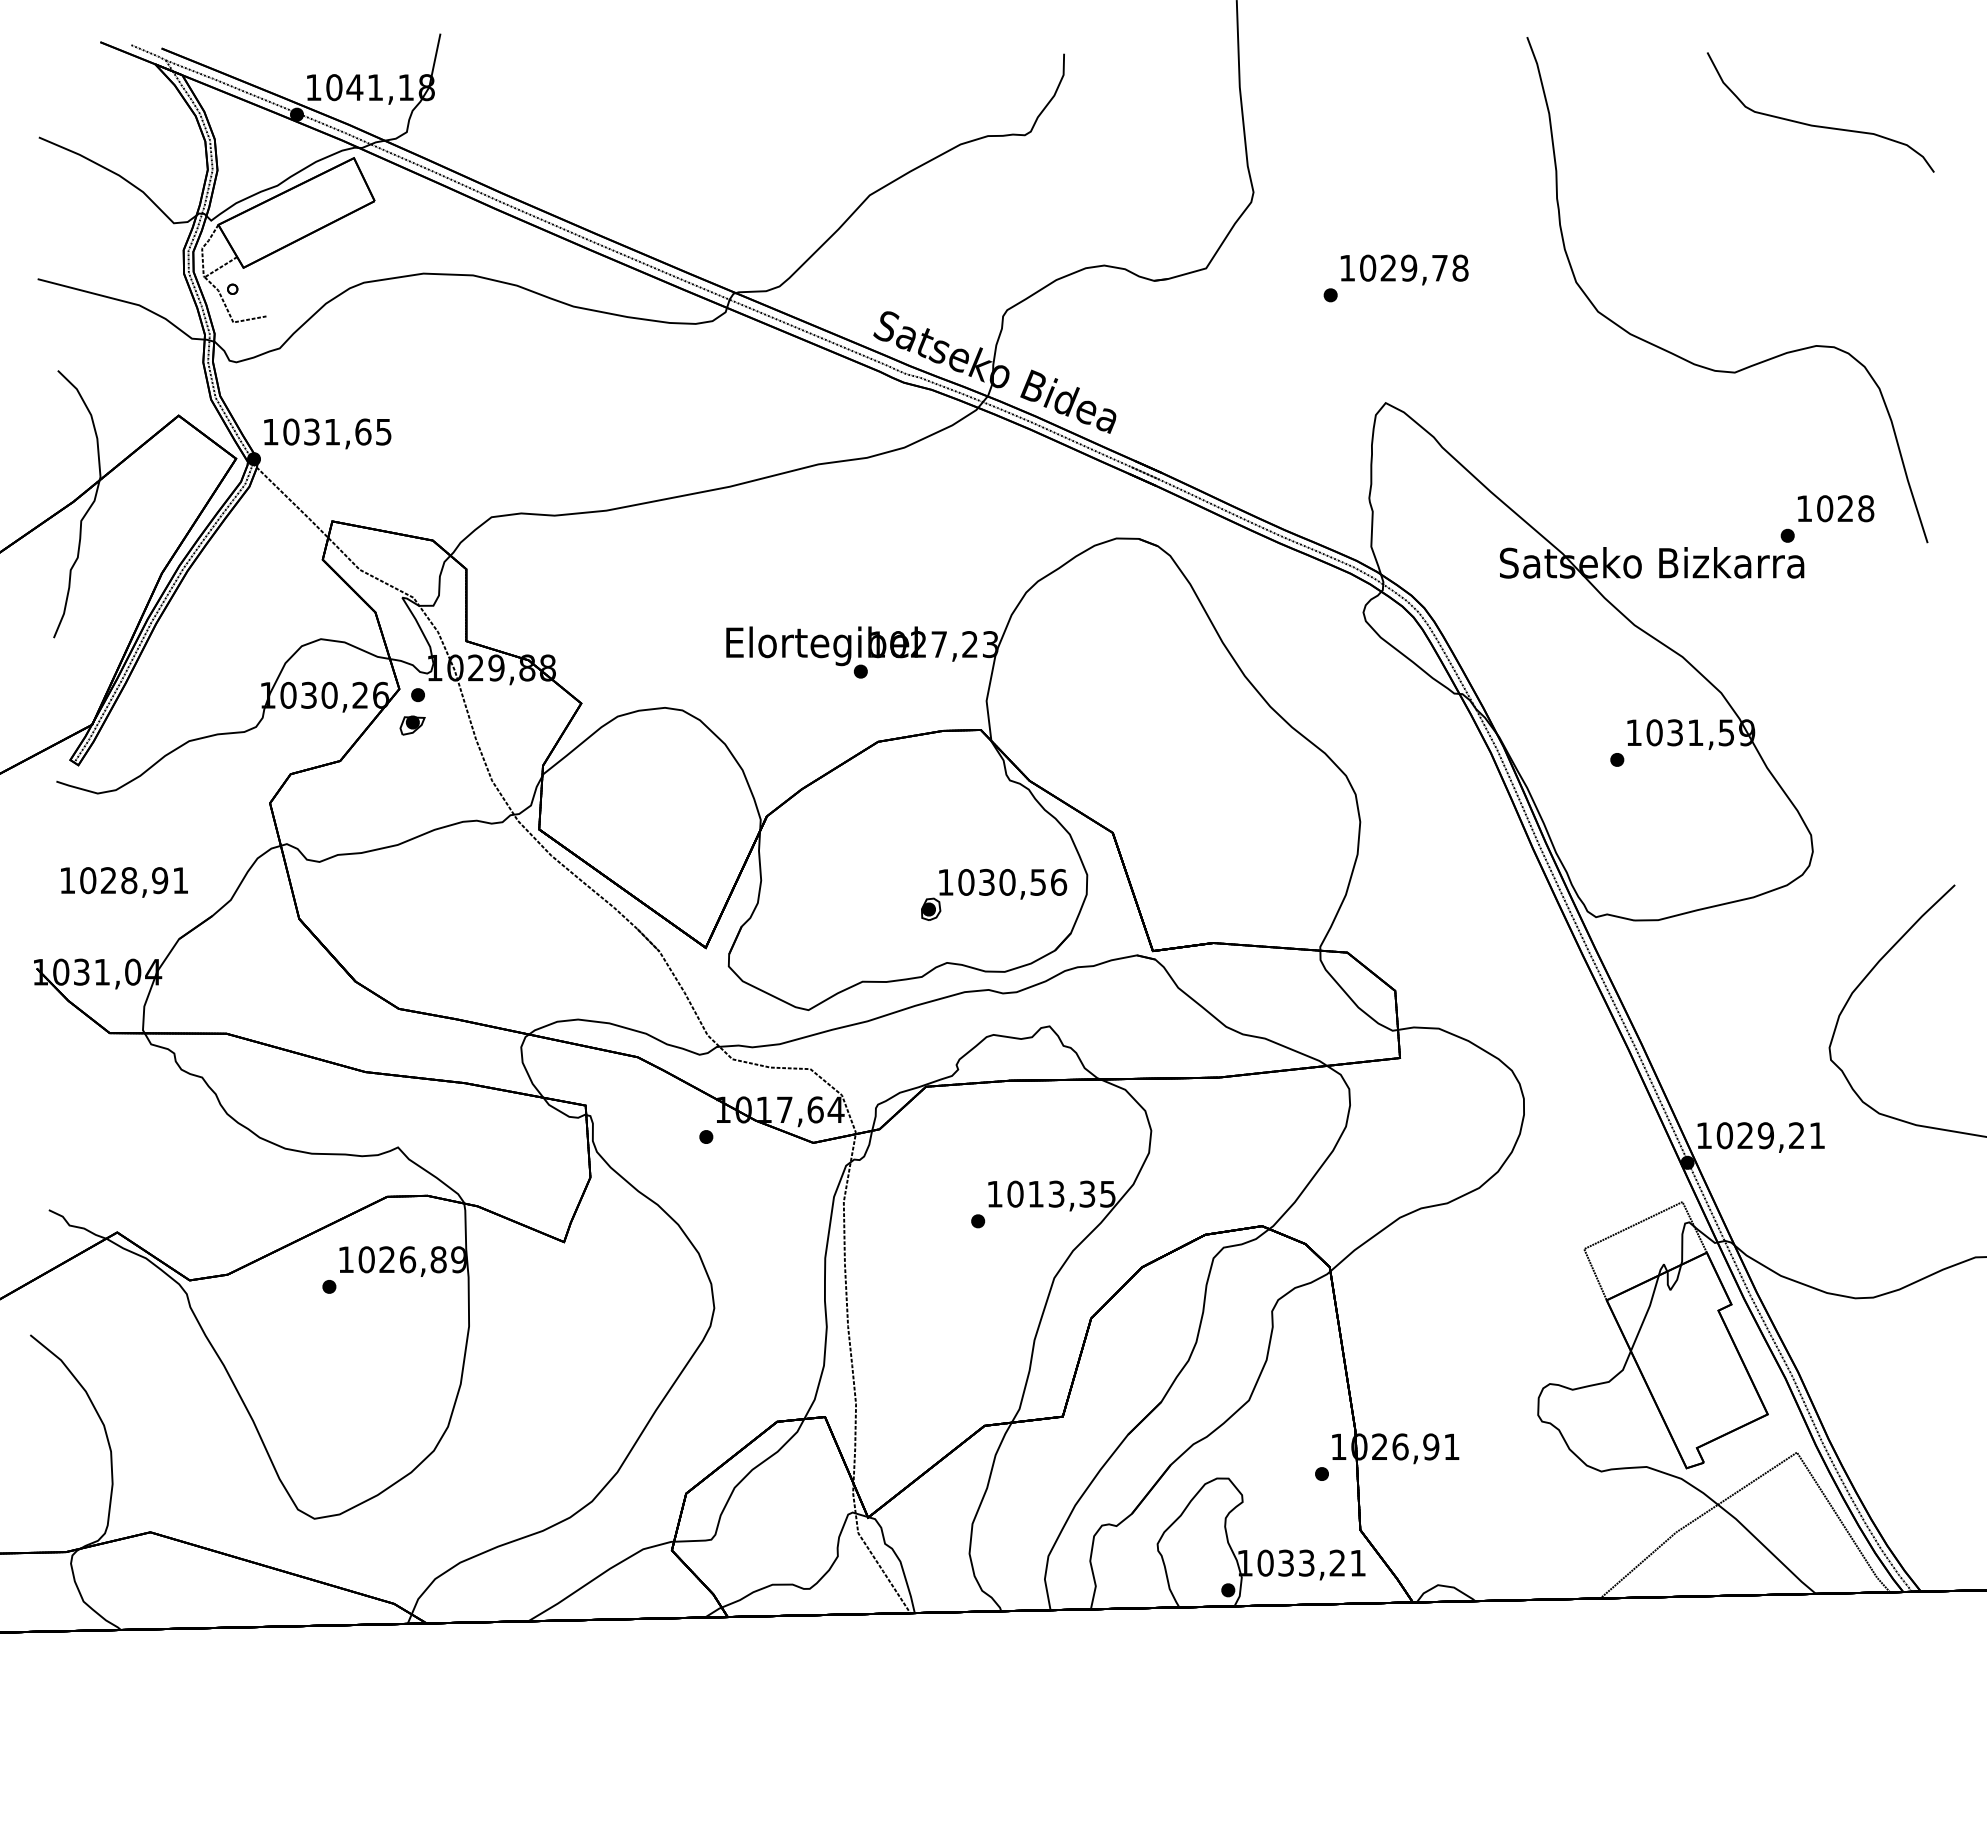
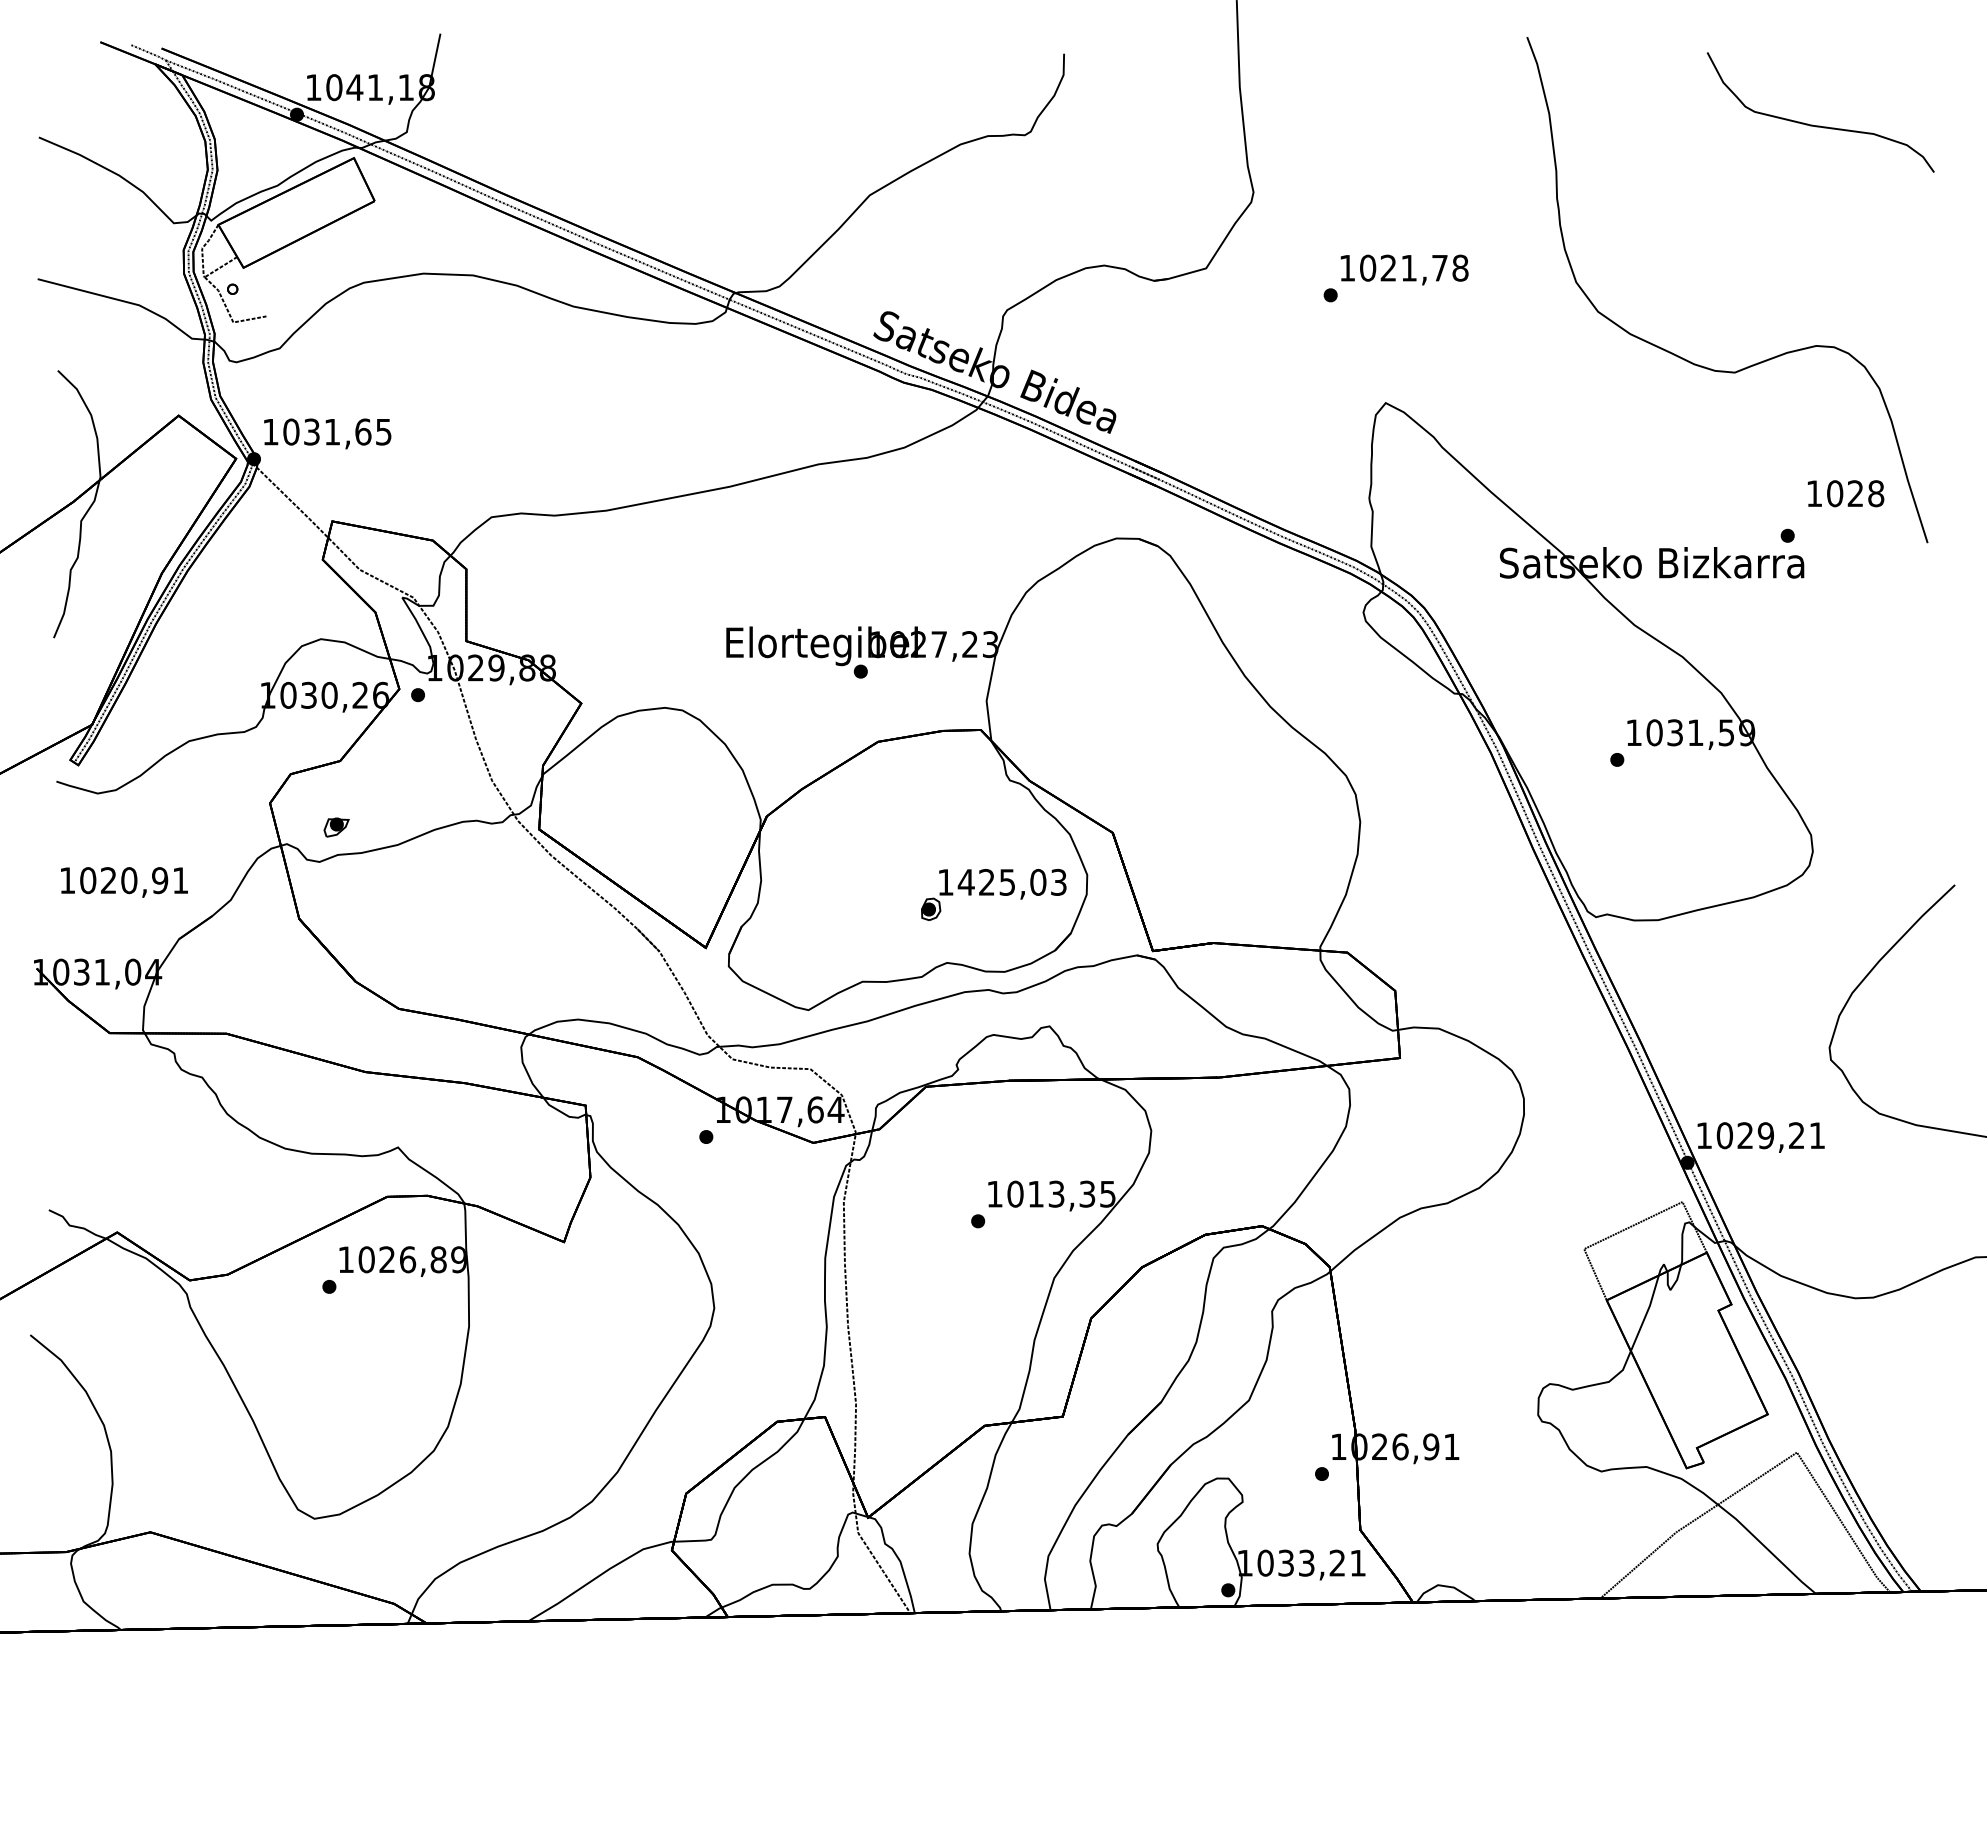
text at (1409, 267): 1029,78 -> 1021,78
text at (1836, 508) position: (1836, 508) -> (1846, 493)
part at (412, 725) position: (412, 725) -> (336, 827)
text at (129, 880): 1028,91 -> 1020,91
text at (1012, 881): 1030,56 -> 1425,03
